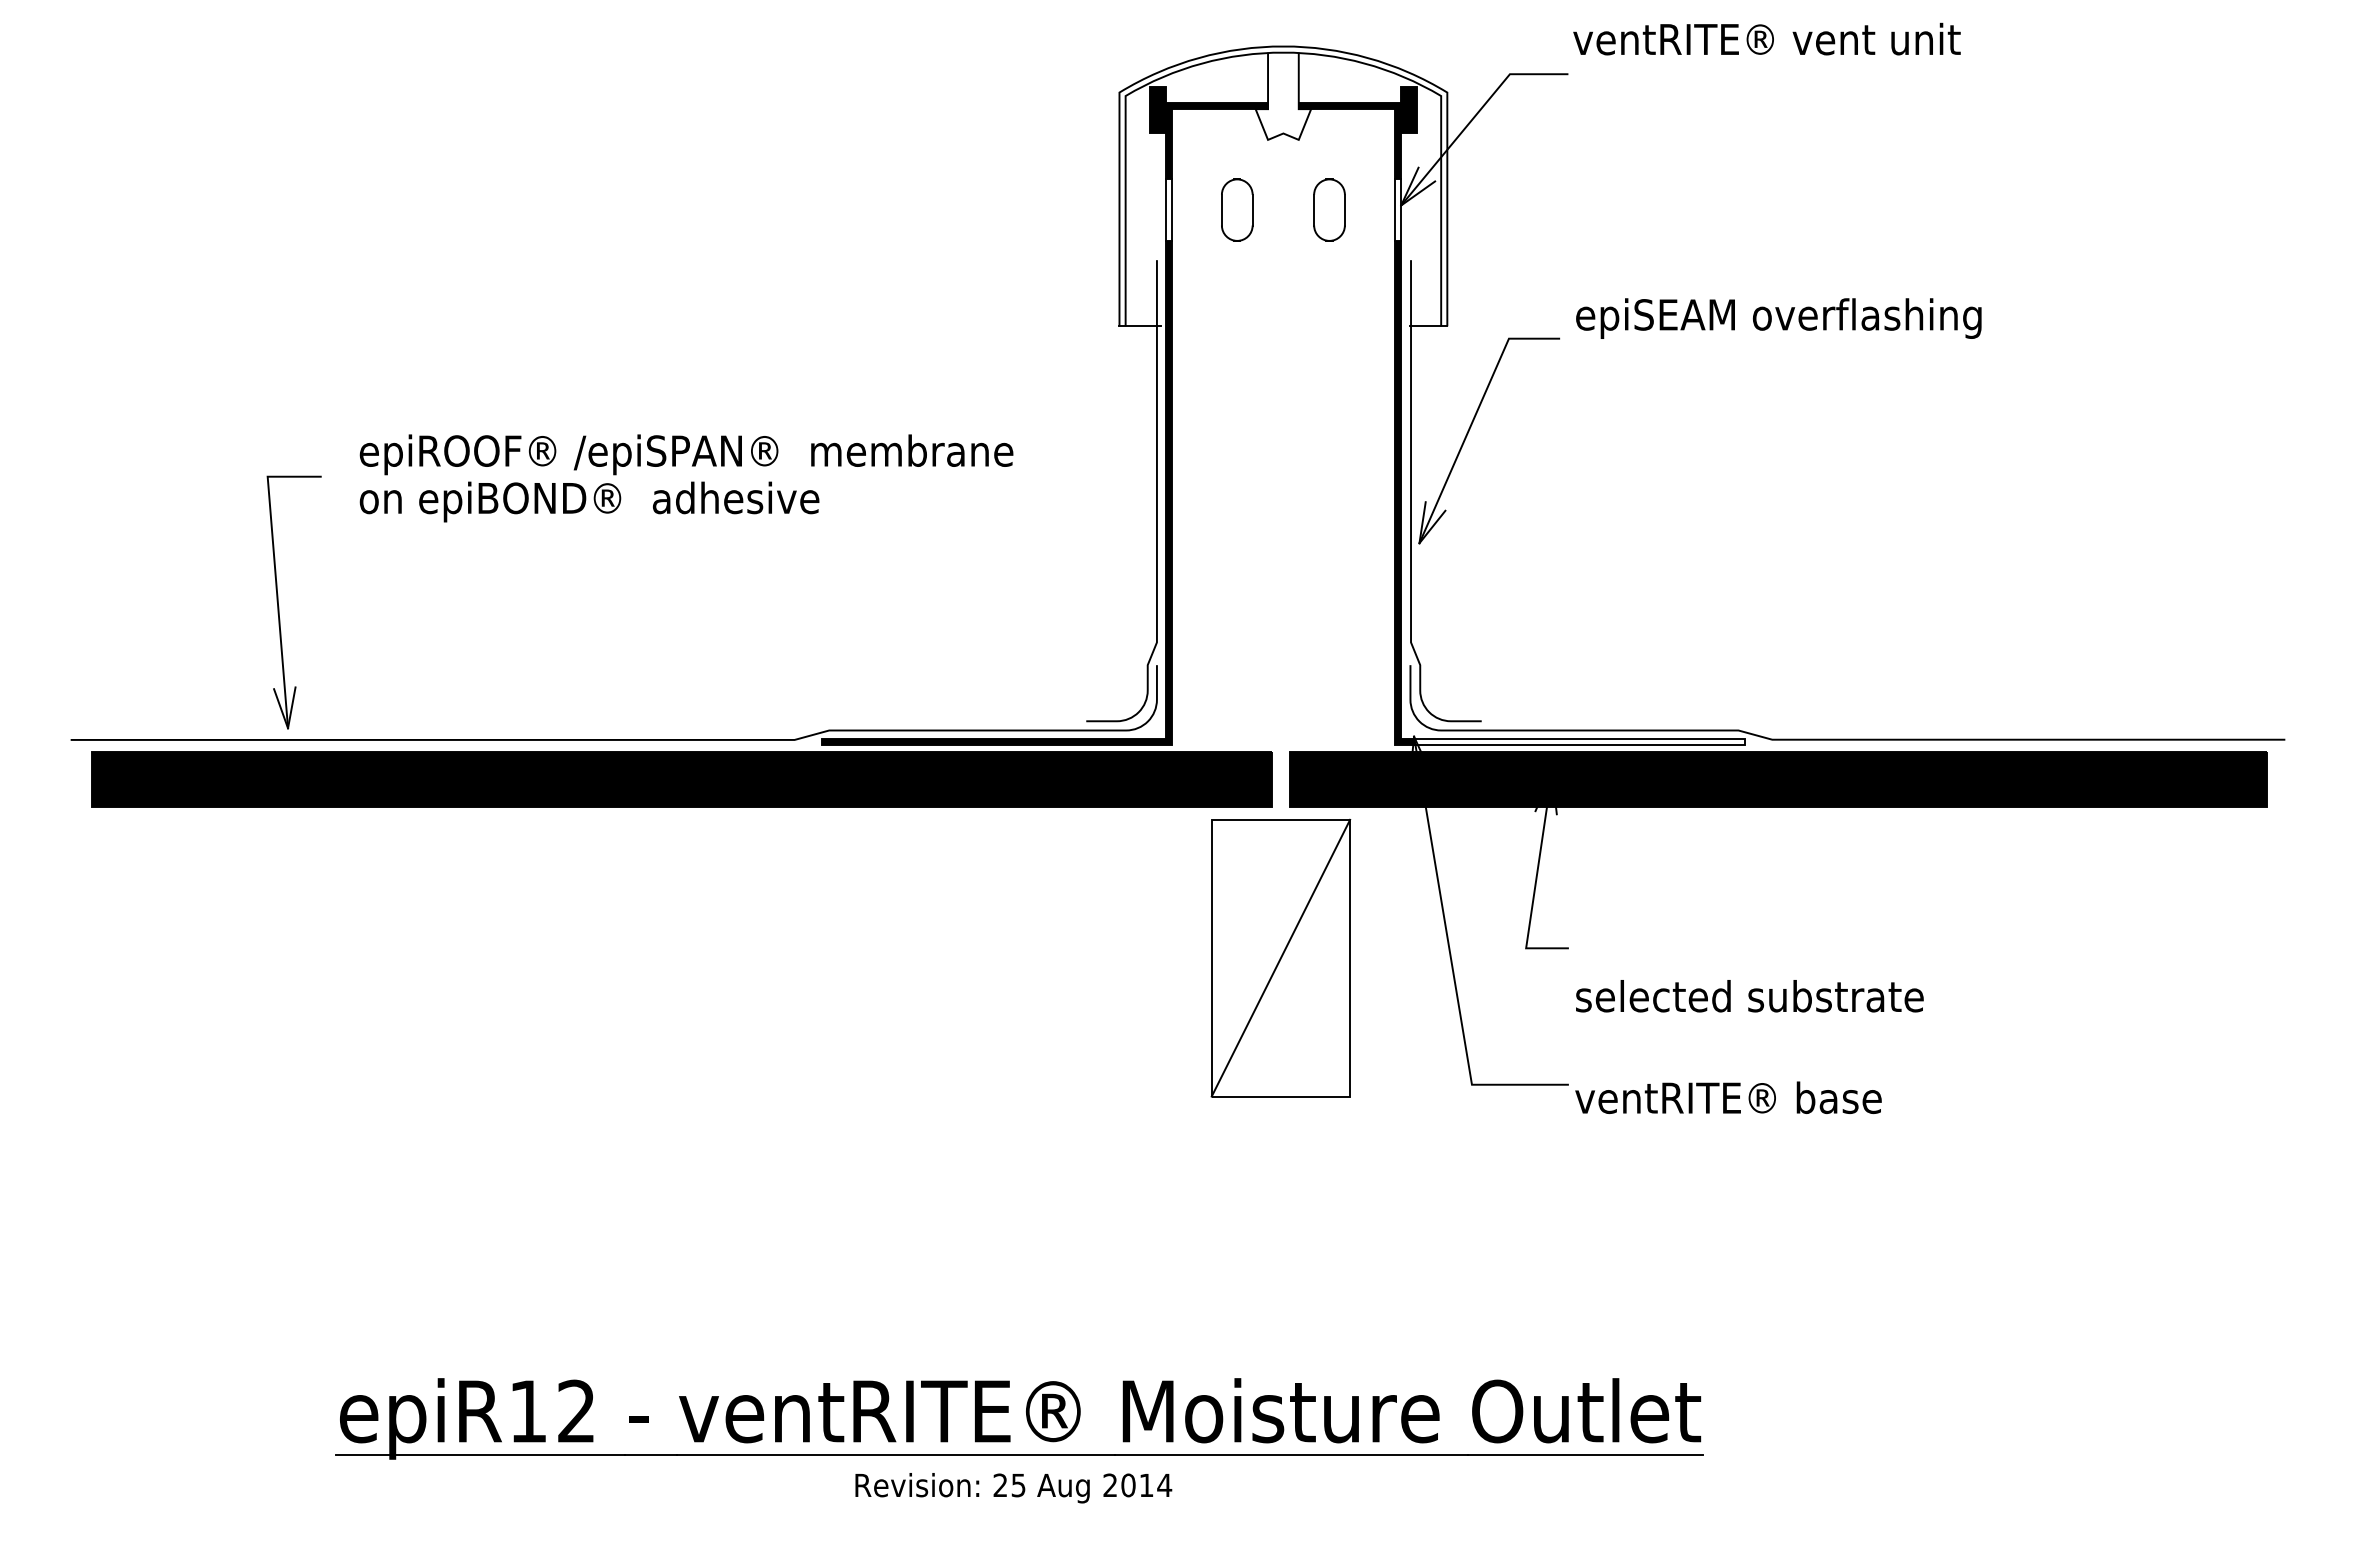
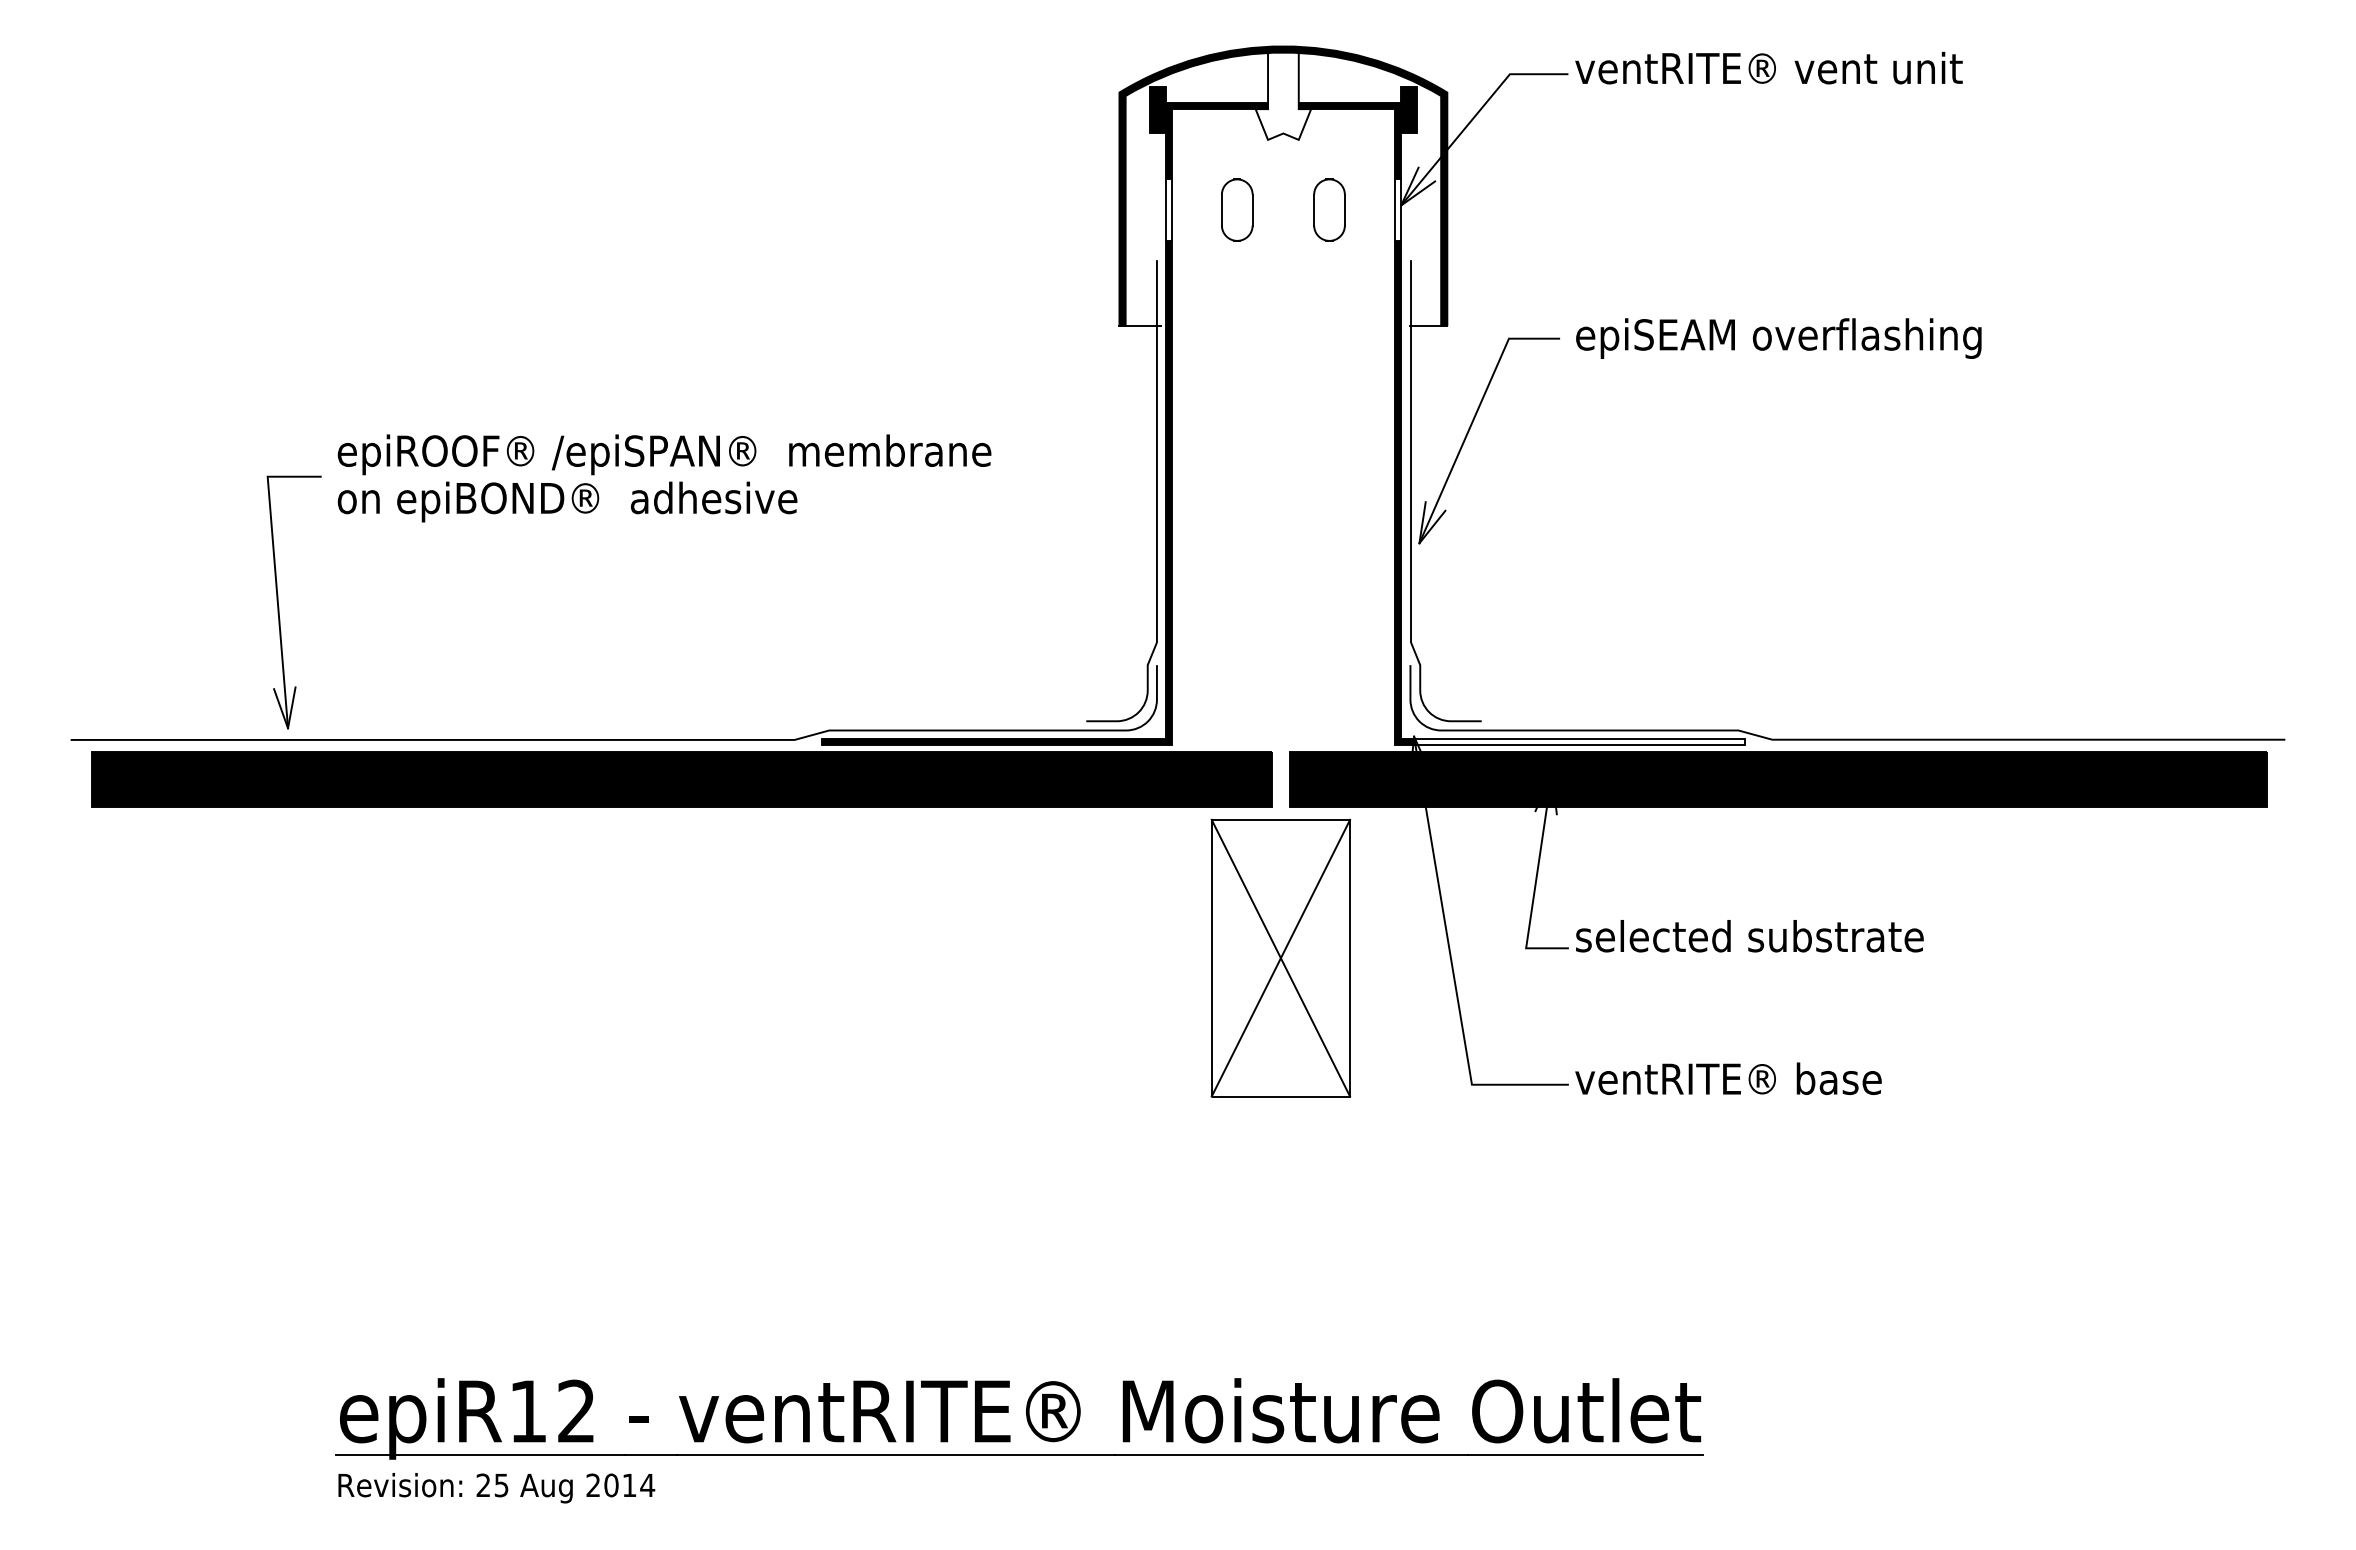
text at (1766, 38) position: (1766, 38) -> (1768, 67)
fill at (1283, 186): none -> present
text at (1778, 318) position: (1778, 318) -> (1778, 338)
text at (686, 478) position: (686, 478) -> (664, 478)
line at (1280, 957): none -> present
text at (1749, 996) position: (1749, 996) -> (1749, 936)
text at (1728, 1097) position: (1728, 1097) -> (1728, 1078)
text at (1013, 1488) position: (1013, 1488) -> (496, 1488)
